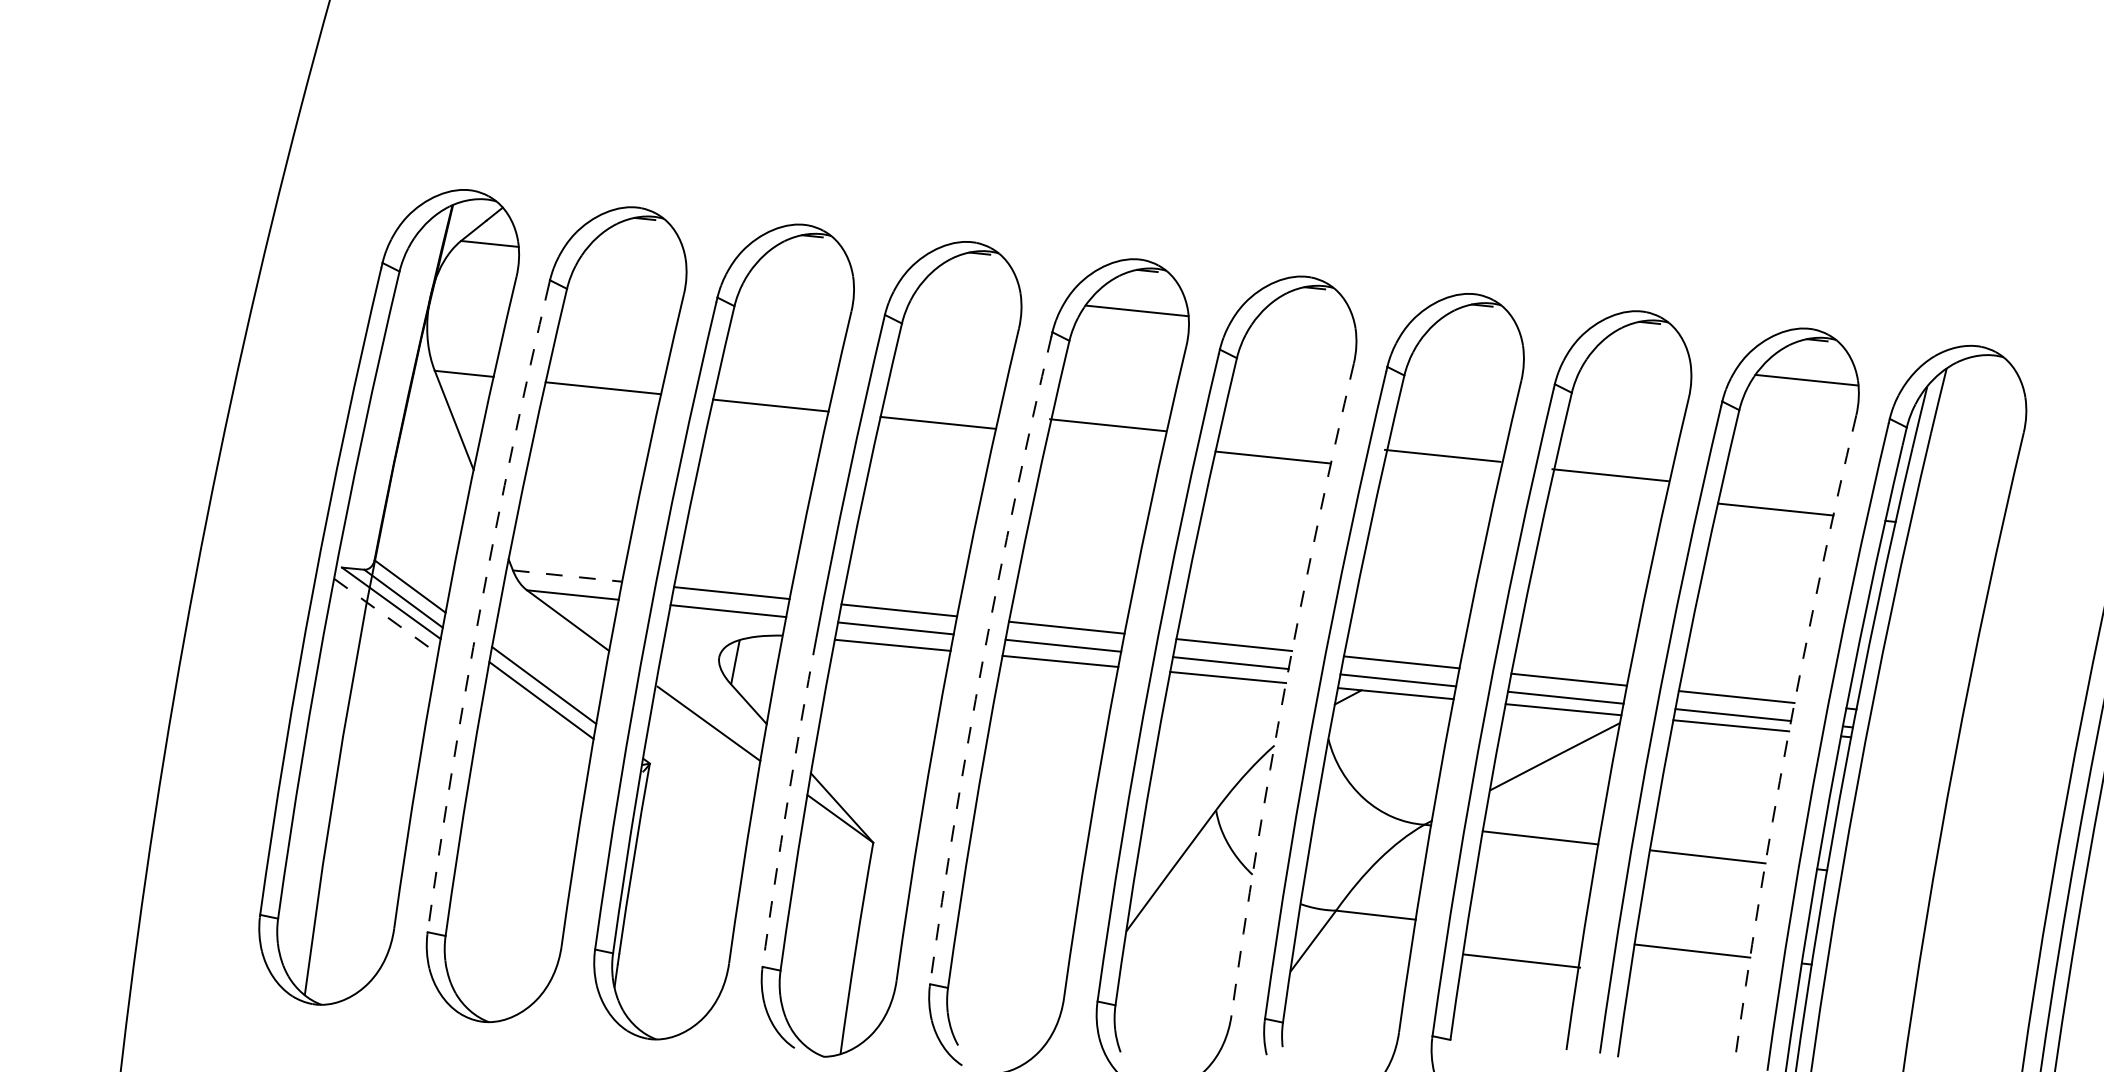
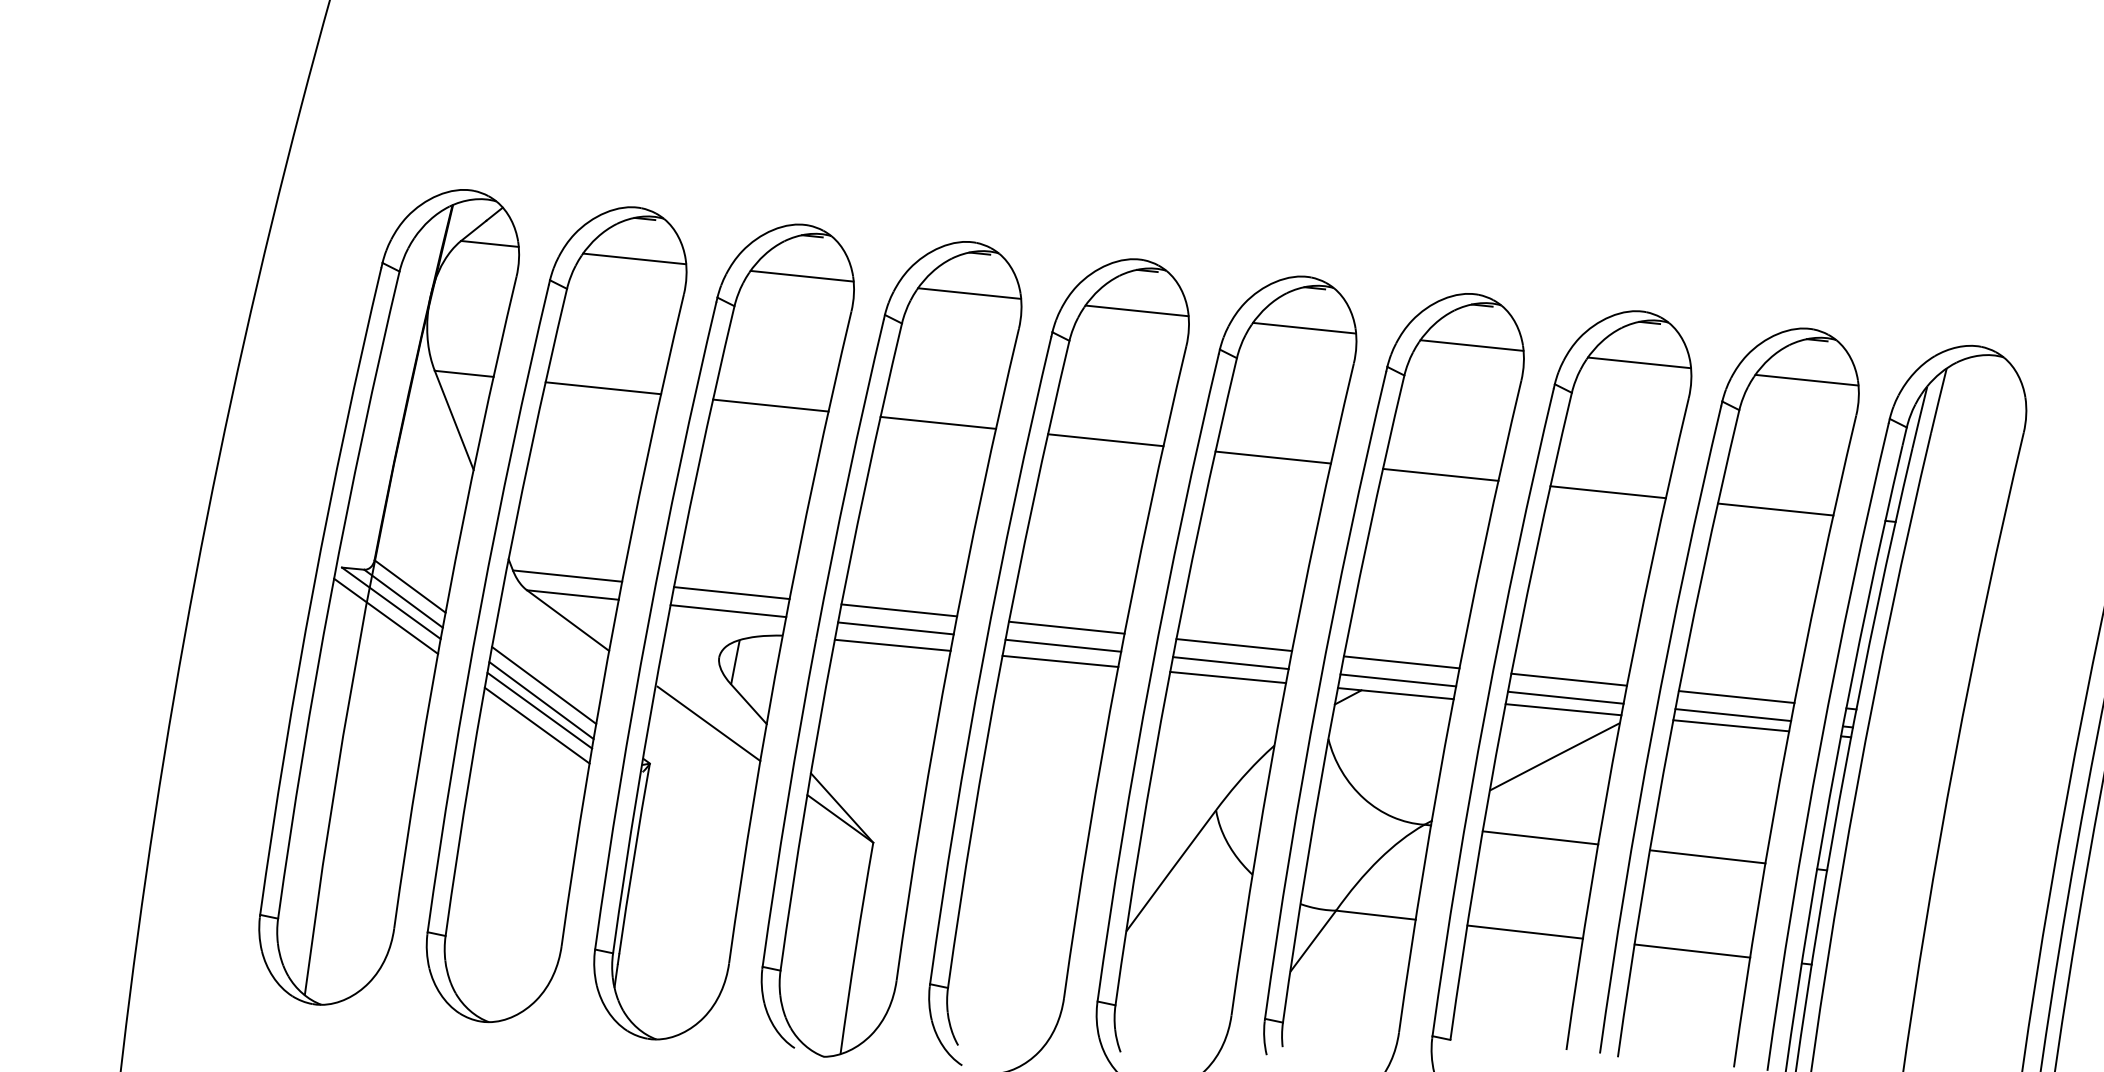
line at (634, 258): none -> present
line at (801, 275): none -> present
line at (969, 293): none -> present
line at (1304, 327): none -> present
line at (1471, 345): none -> present
line at (1639, 362): none -> present
line at (1107, 425) position: (1107, 425) -> (1105, 440)
line at (1442, 455) position: (1442, 455) -> (1440, 474)
line at (1609, 475) position: (1609, 475) -> (1607, 492)
line at (567, 576): dashed -> solid
arc at (480, 606): dashed -> solid
line at (386, 616): dashed -> solid
arc at (983, 658): dashed -> solid
arc at (1285, 687): dashed -> solid
line at (539, 710): none -> present
line at (536, 725): none -> present
arc at (1787, 739): dashed -> solid
arc at (787, 802): dashed -> solid
line at (1522, 960) position: (1522, 960) -> (1525, 931)
